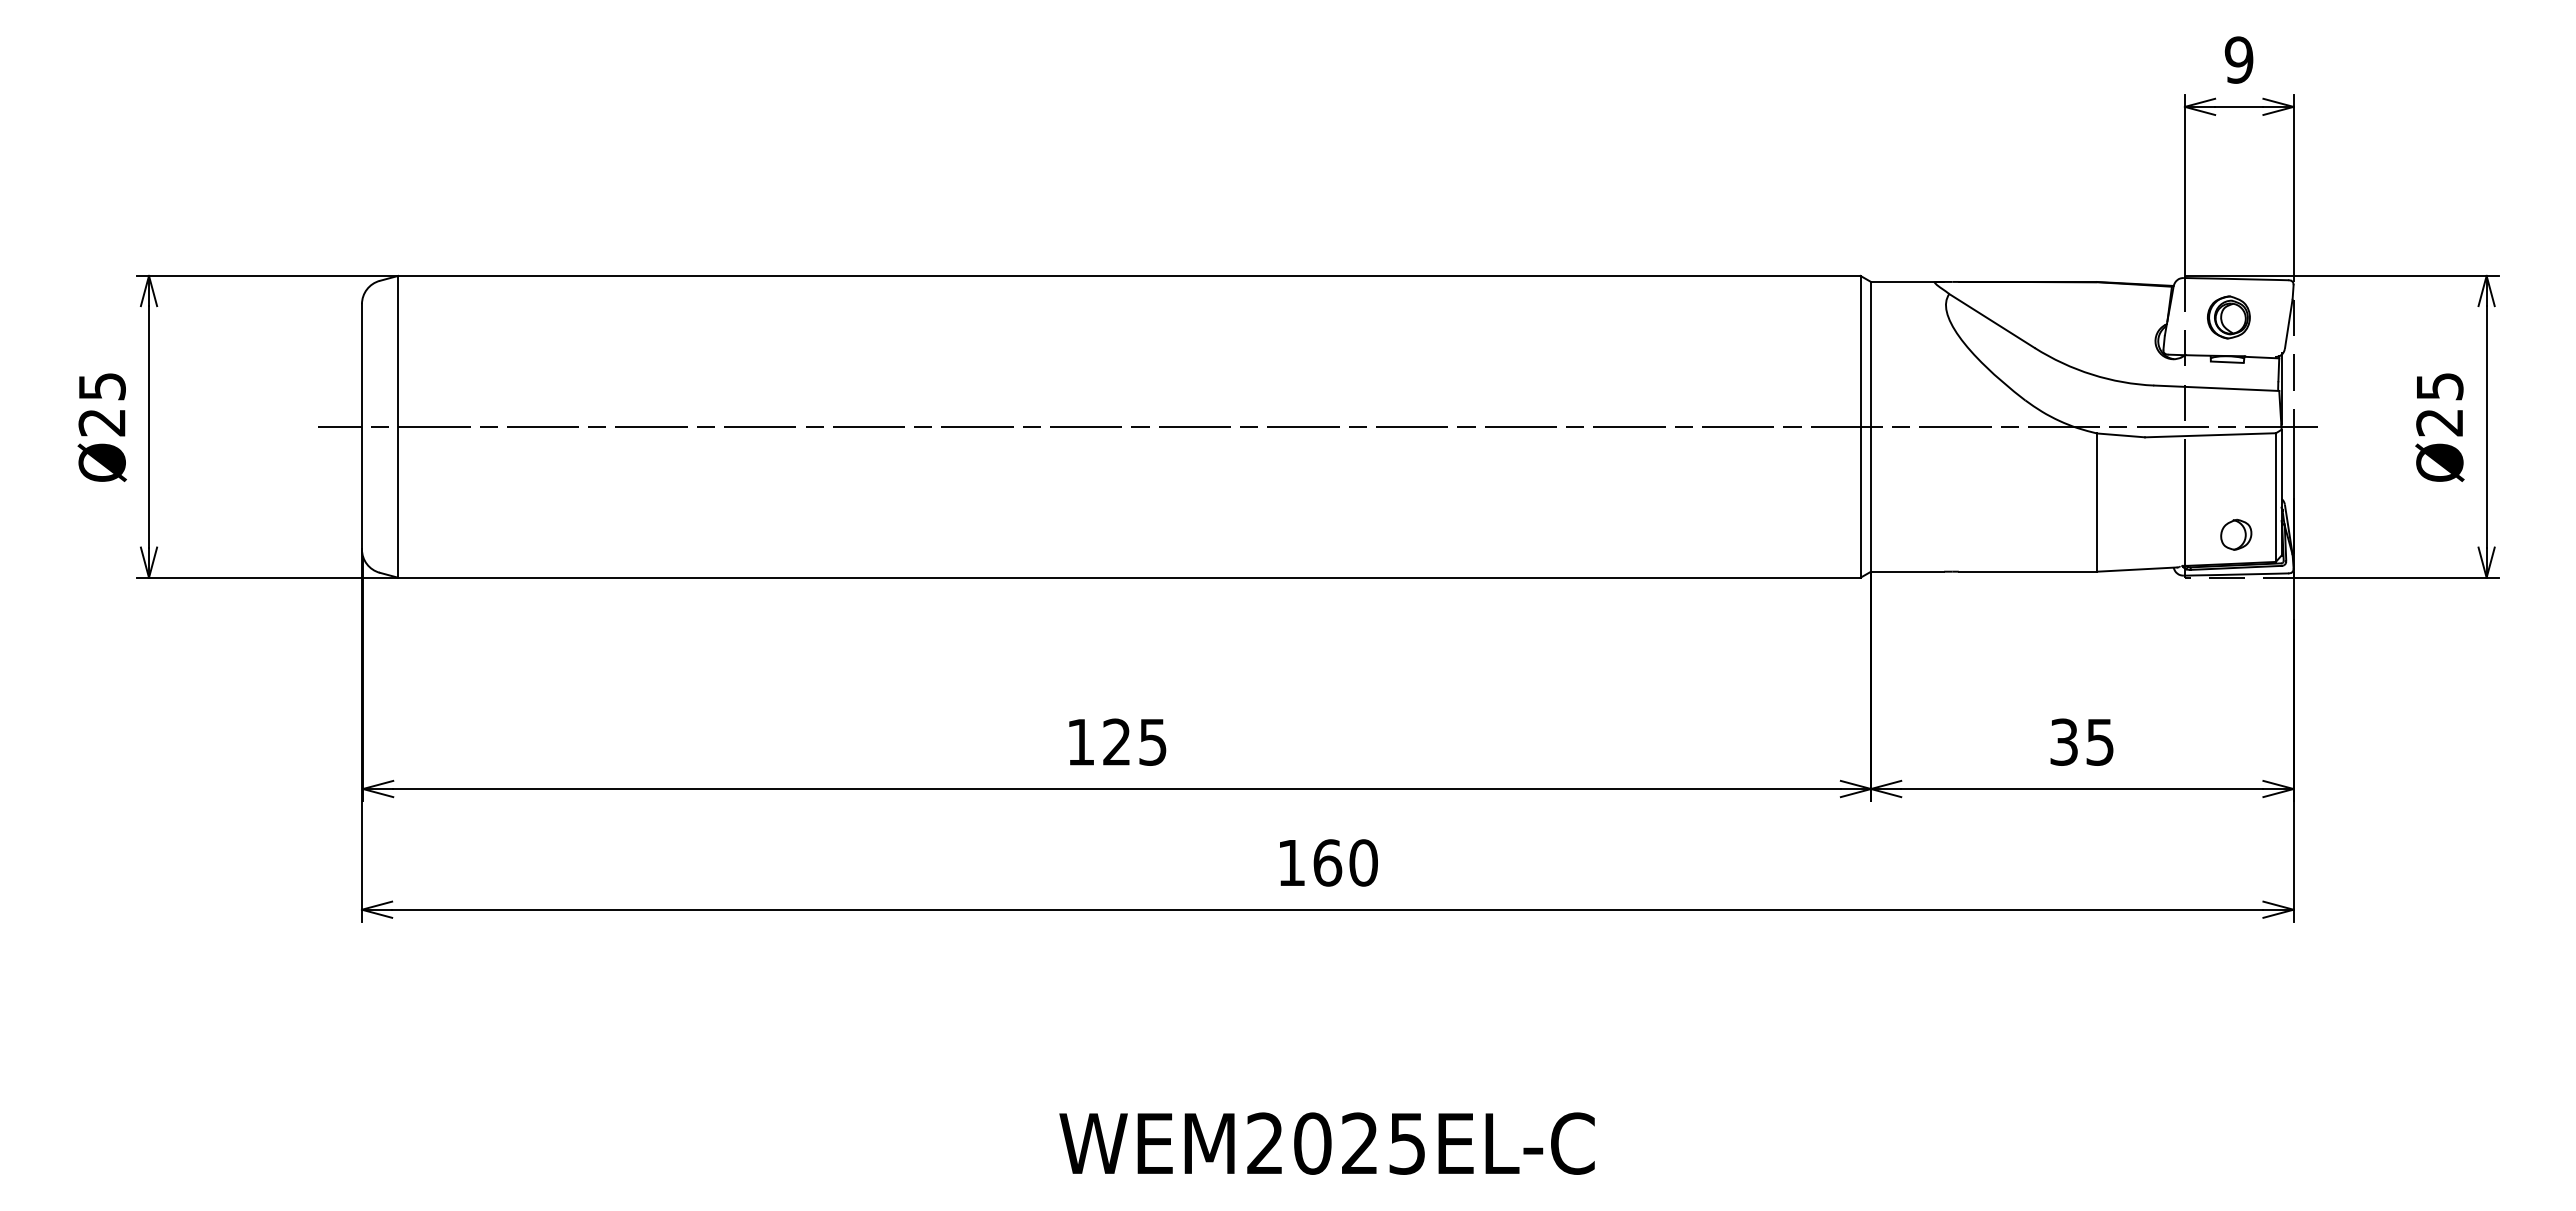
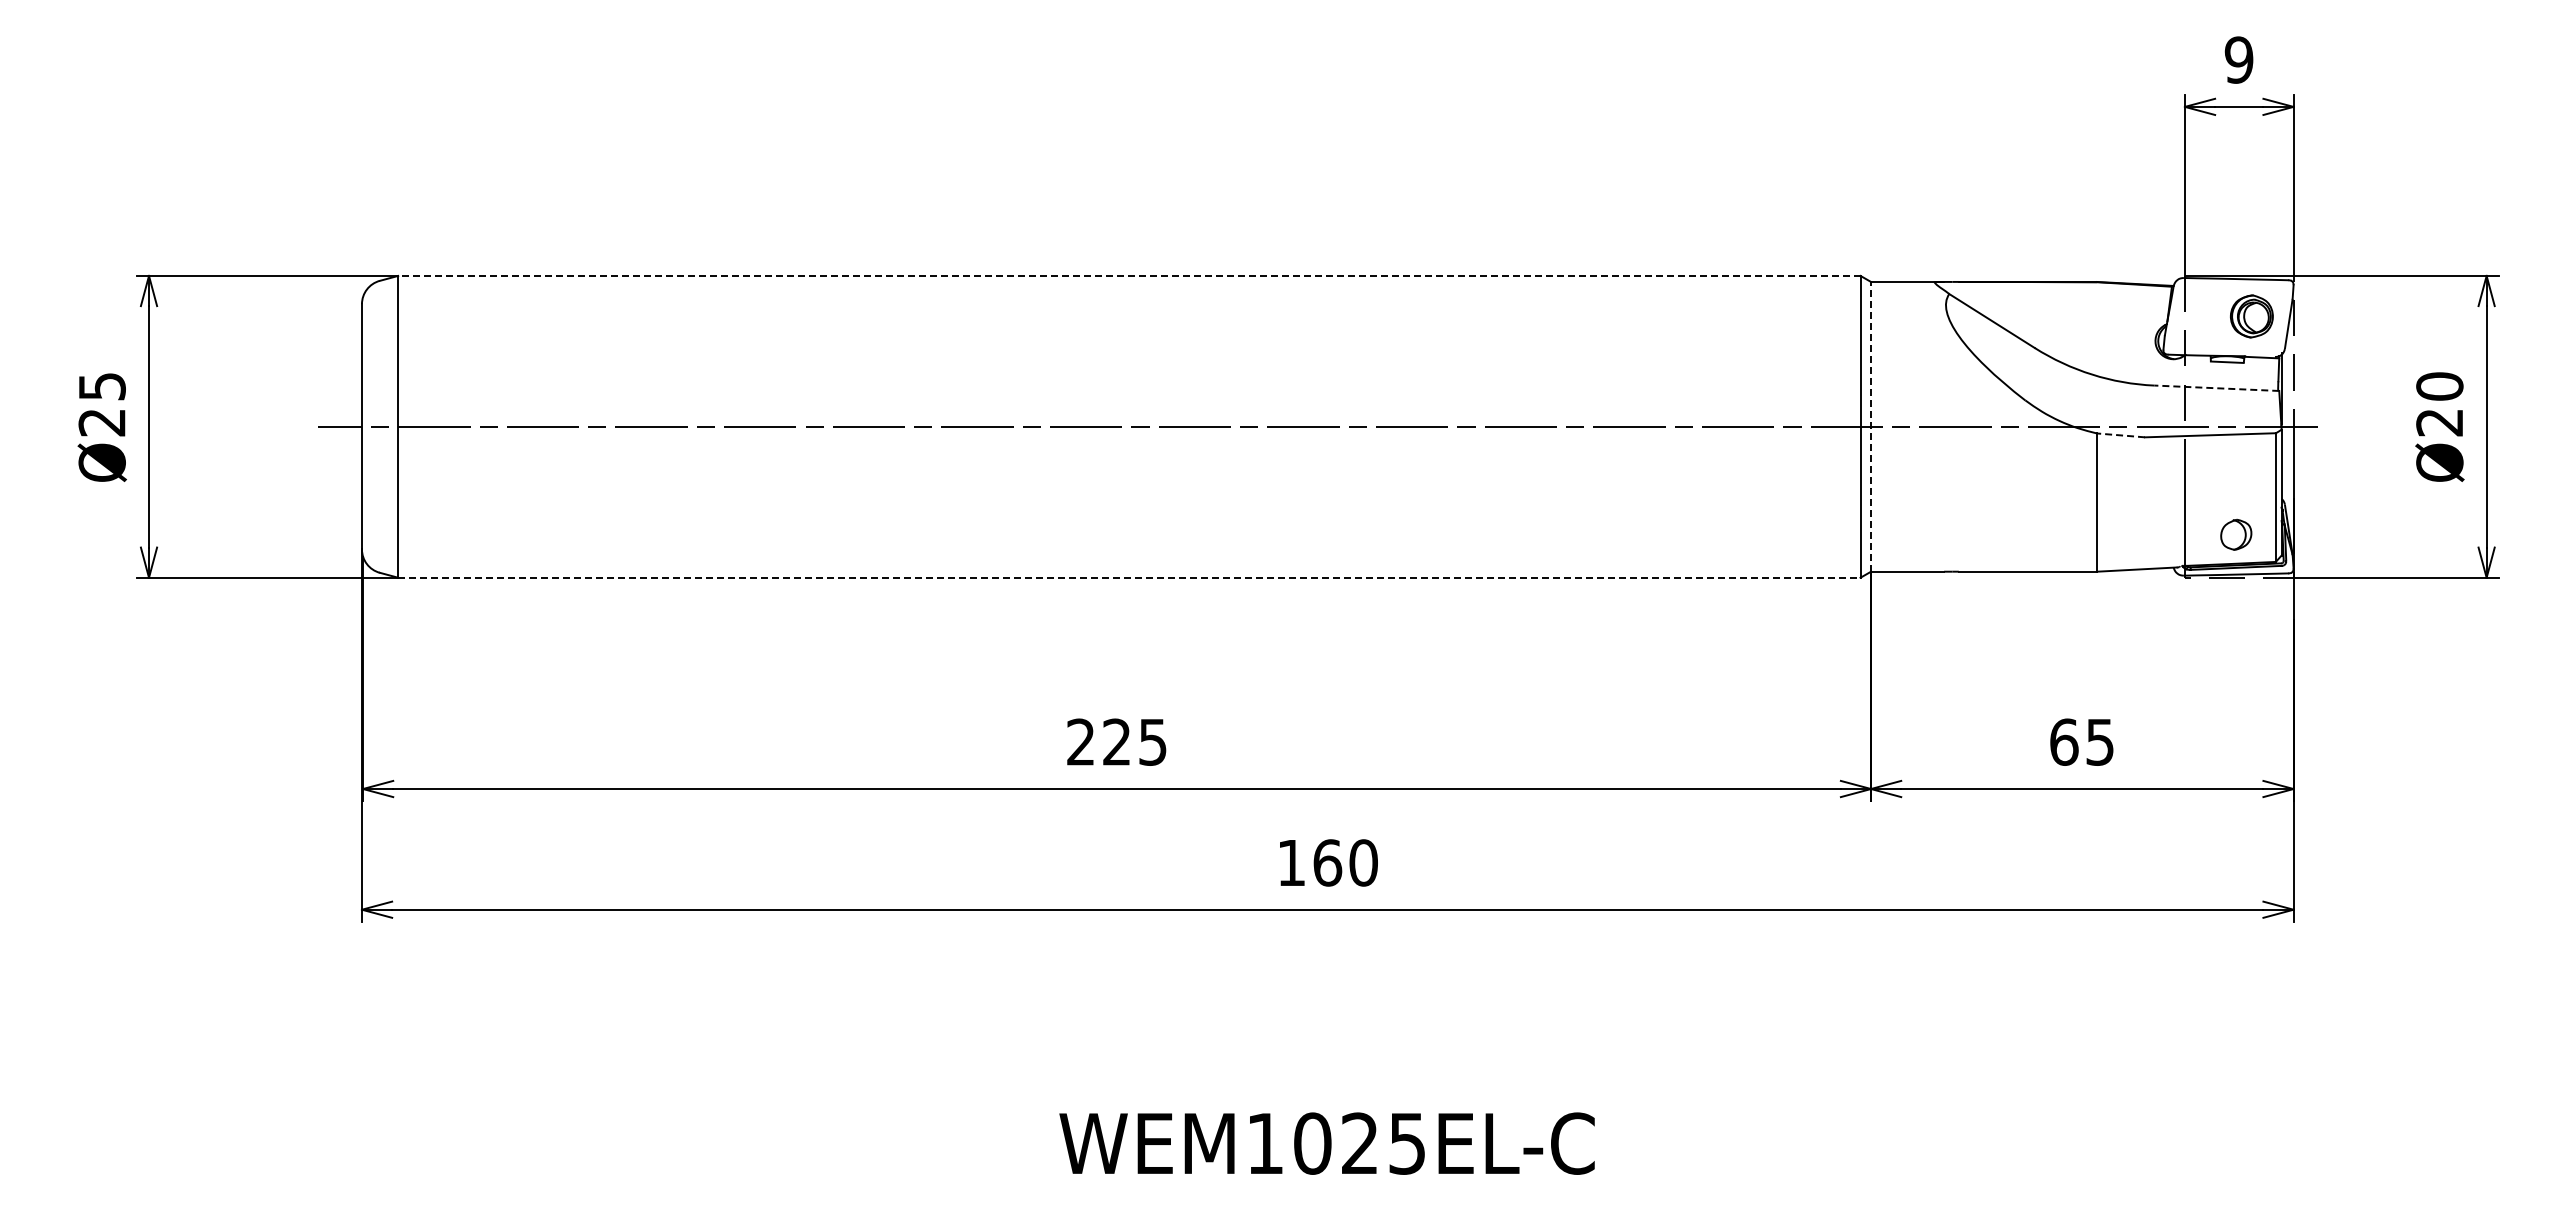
line at (1128, 275): solid -> dashed
part at (2228, 317) position: (2228, 317) -> (2251, 316)
text at (2439, 386): Ø25 -> Ø20
line at (2216, 388): solid -> dashed
line at (1871, 426): solid -> dashed
line at (2120, 435): solid -> dashed
line at (1129, 577): solid -> dashed
text at (1080, 741): 125 -> 225
text at (2064, 741): 35 -> 65
text at (1264, 1142): WEM2025EL-C -> WEM1025EL-C
